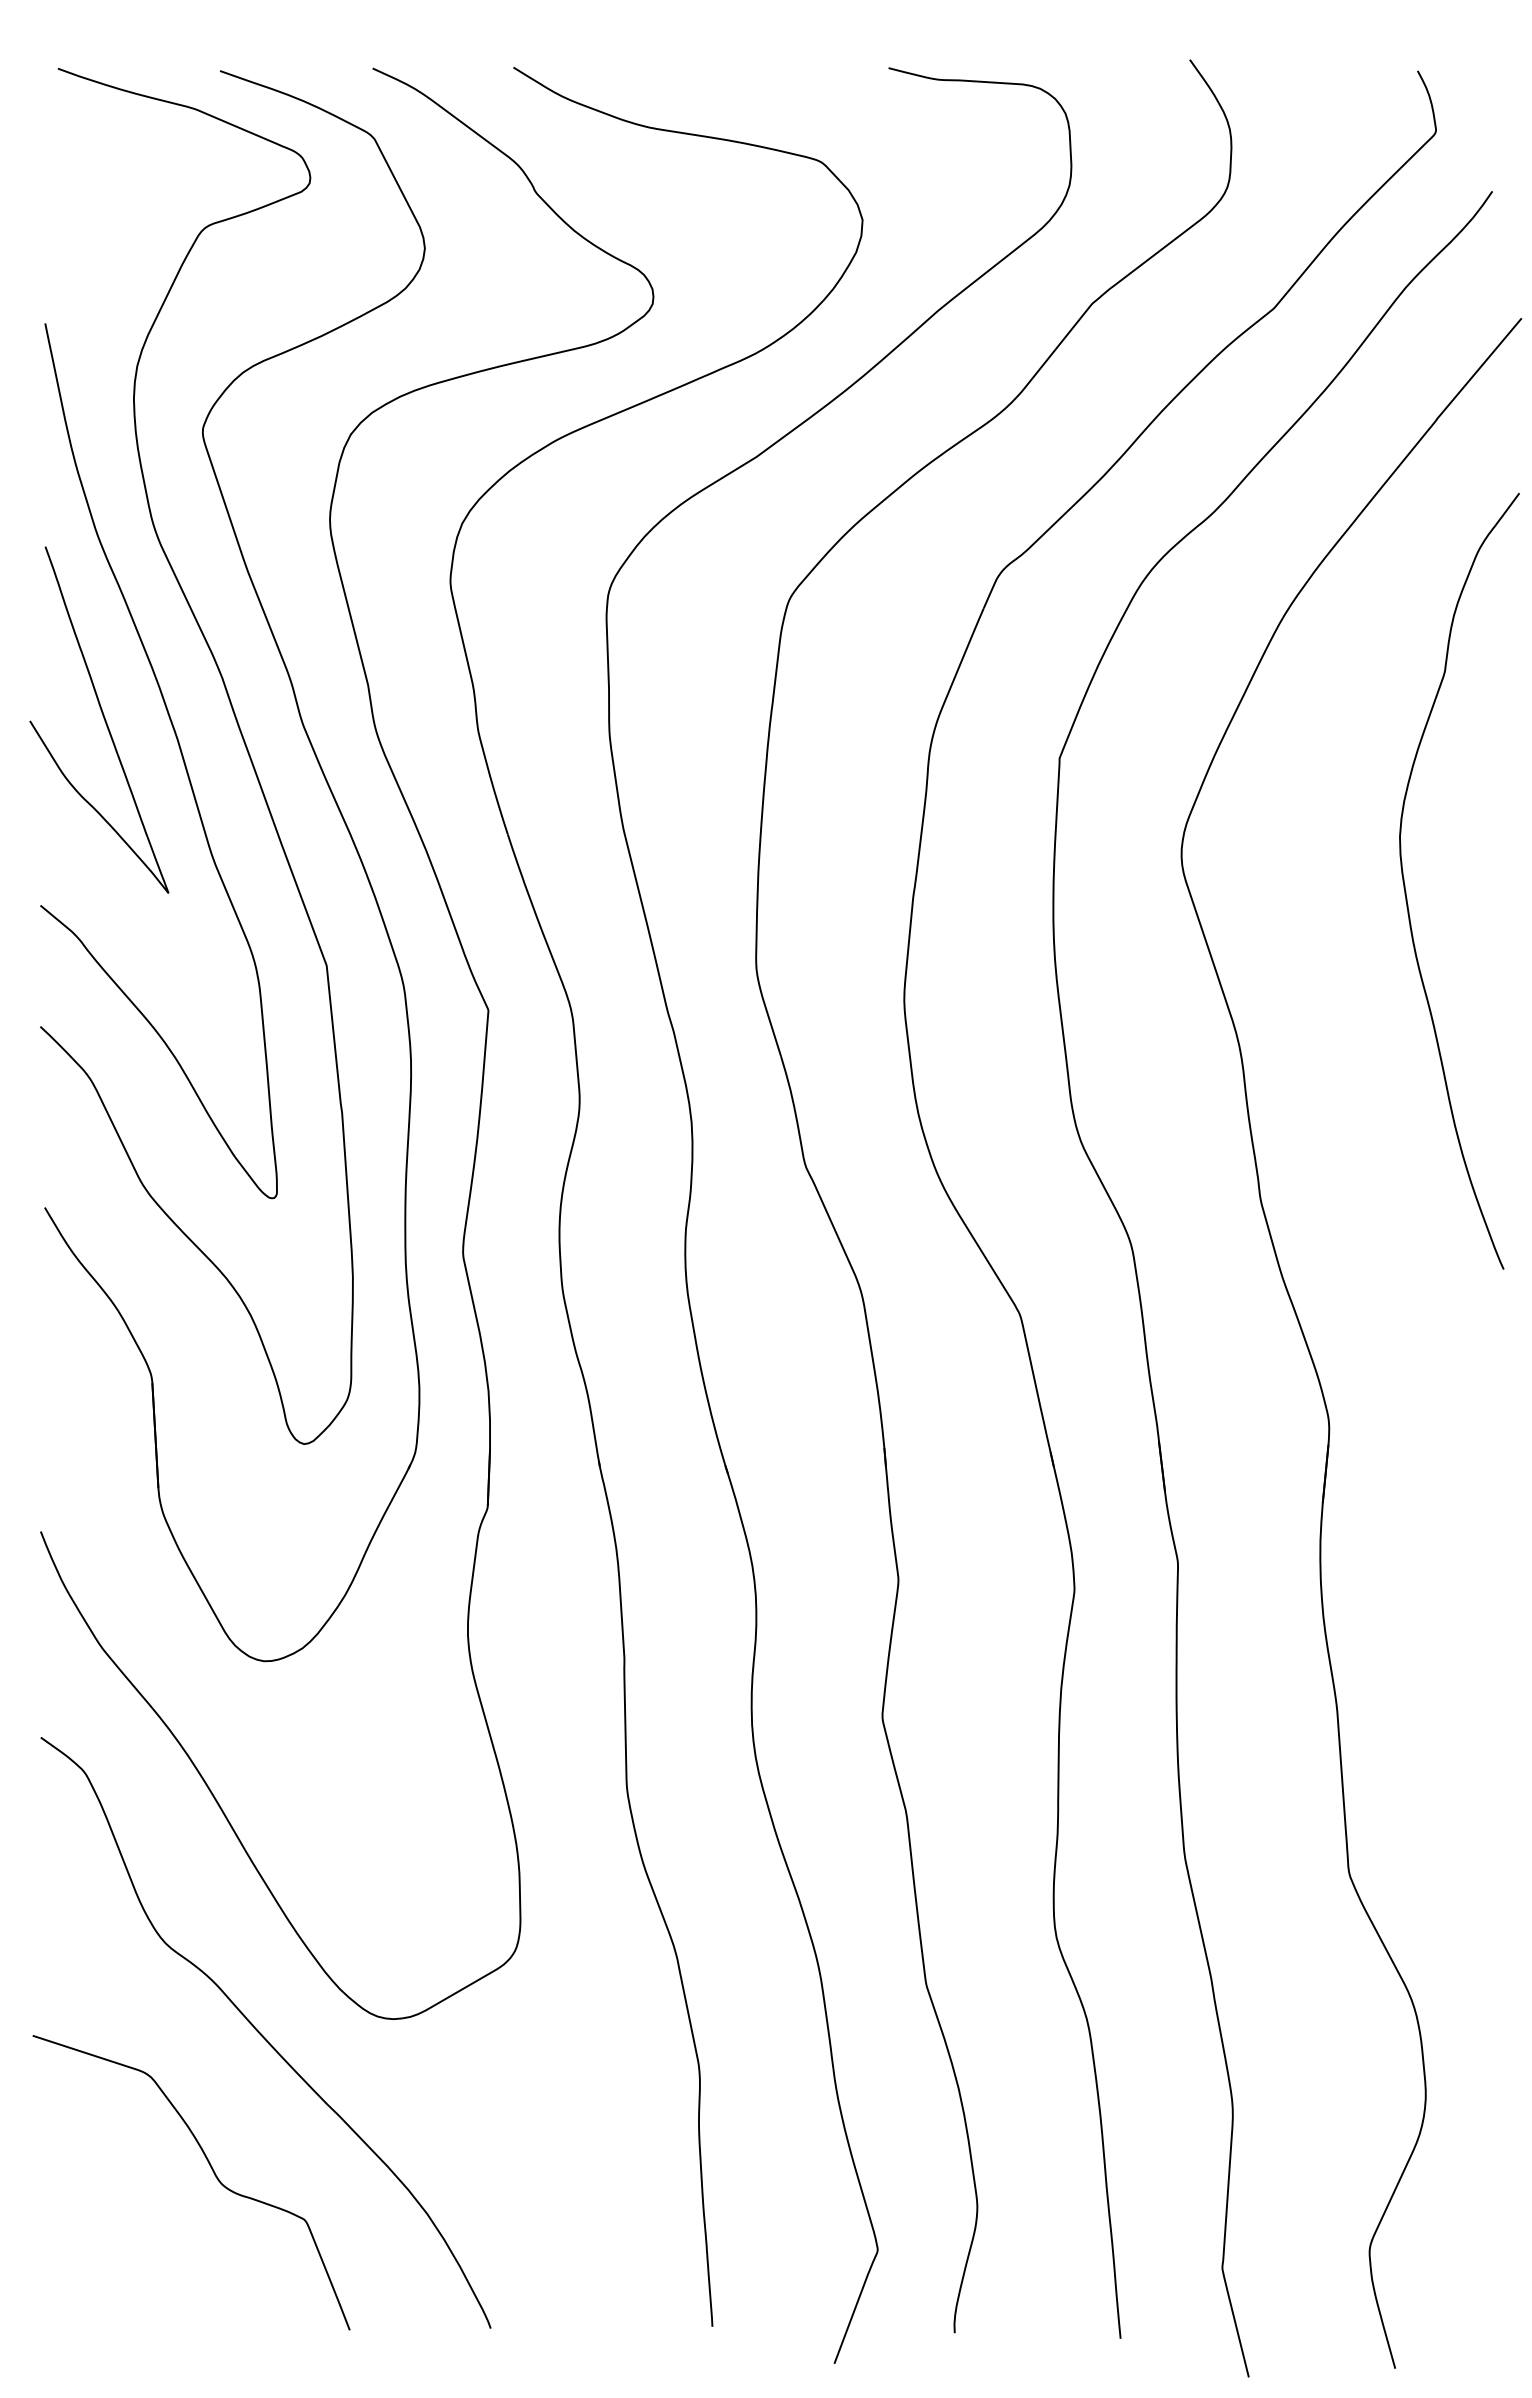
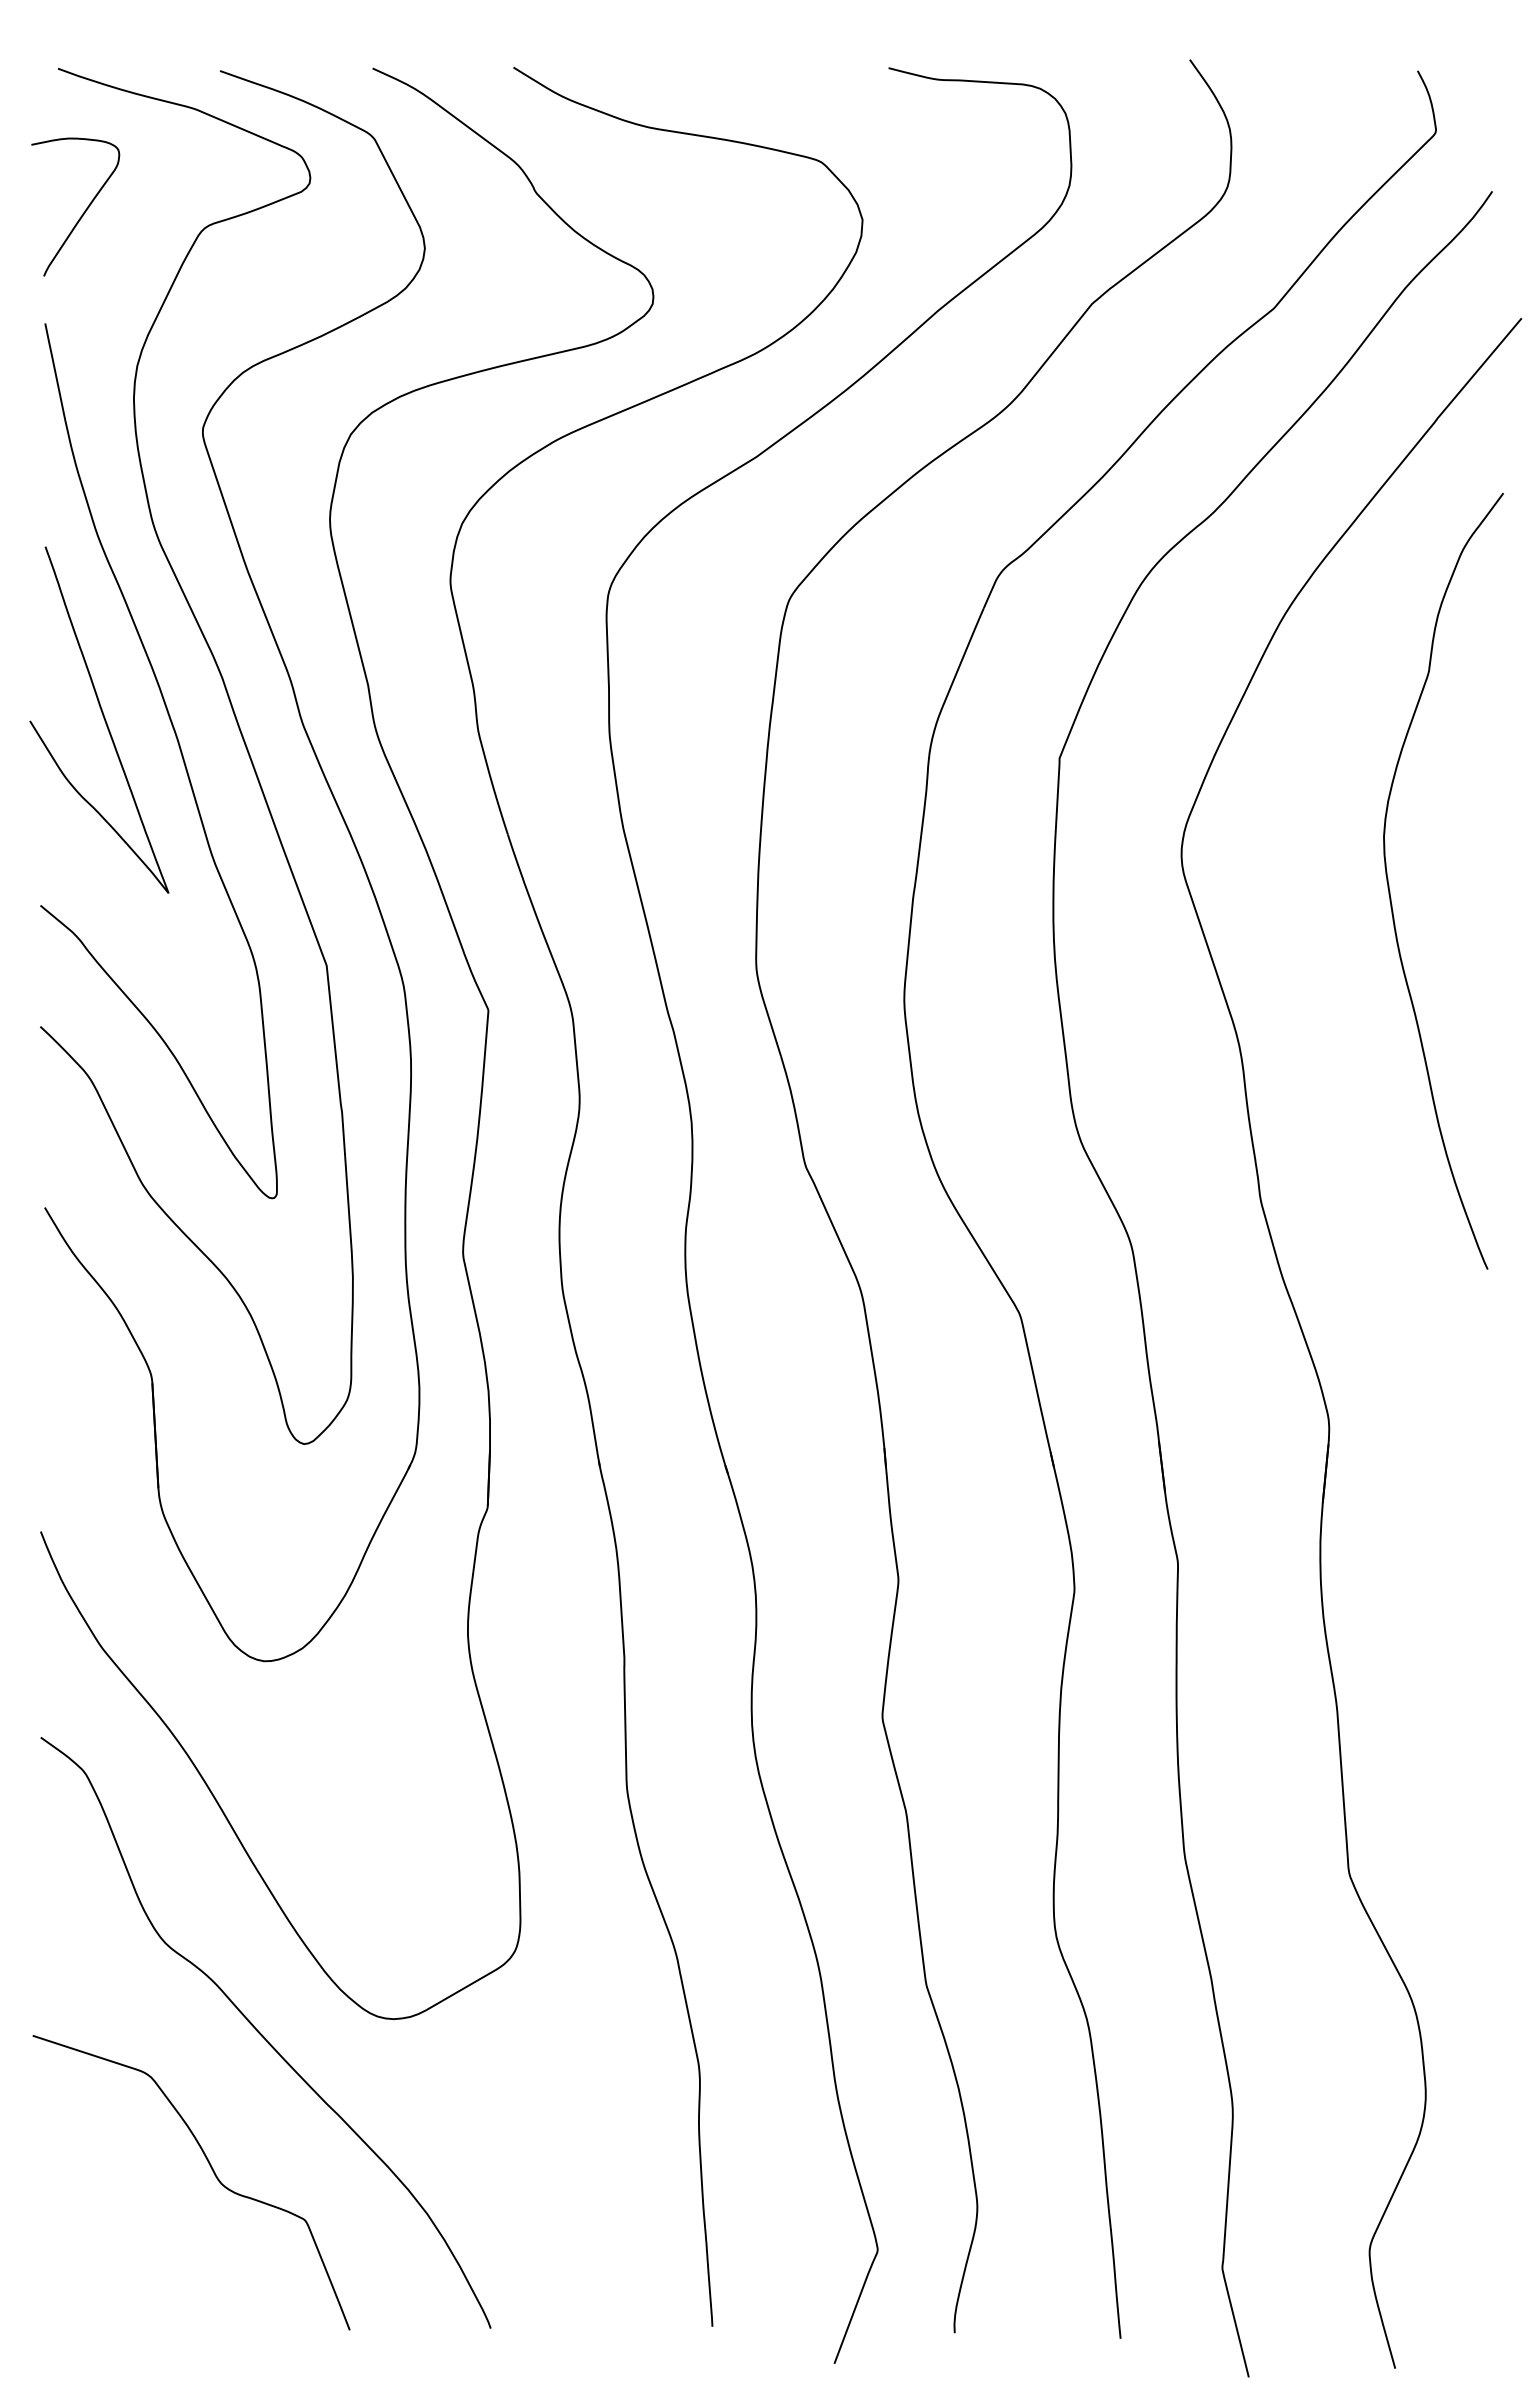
curve at (84, 210): none -> present
curve at (1406, 891) position: (1406, 891) -> (1390, 891)
